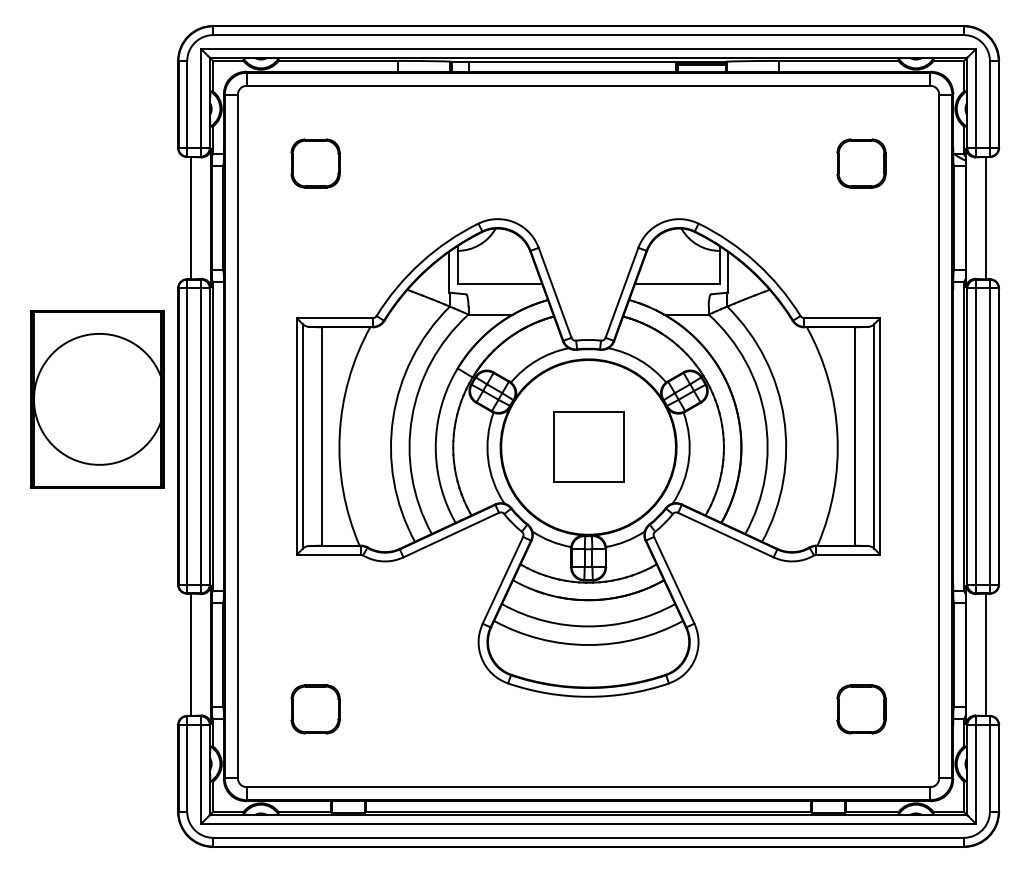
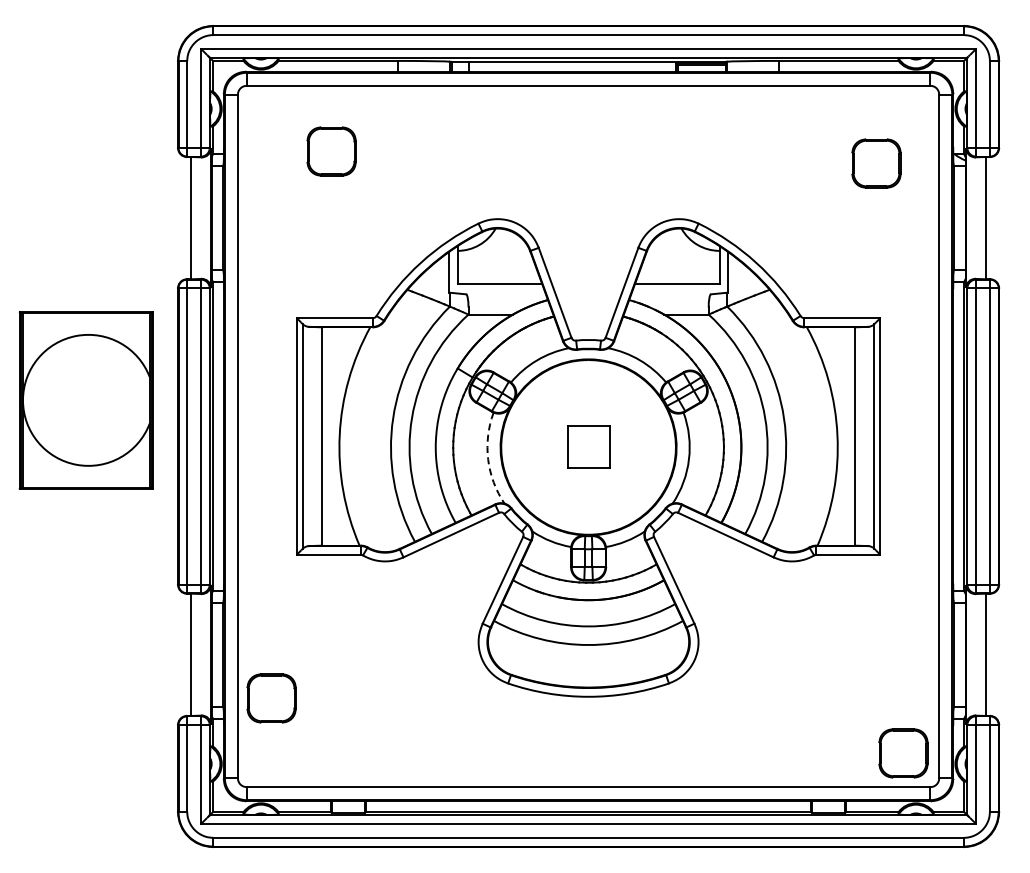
part at (315, 163) position: (315, 163) -> (331, 151)
part at (861, 163) position: (861, 163) -> (876, 163)
part at (96, 399) position: (96, 399) -> (85, 400)
part at (588, 446) size: 72x72 px -> 44x44 px
arc at (488, 459): solid -> dashed
part at (315, 709) position: (315, 709) -> (271, 698)
part at (861, 709) position: (861, 709) -> (903, 753)
